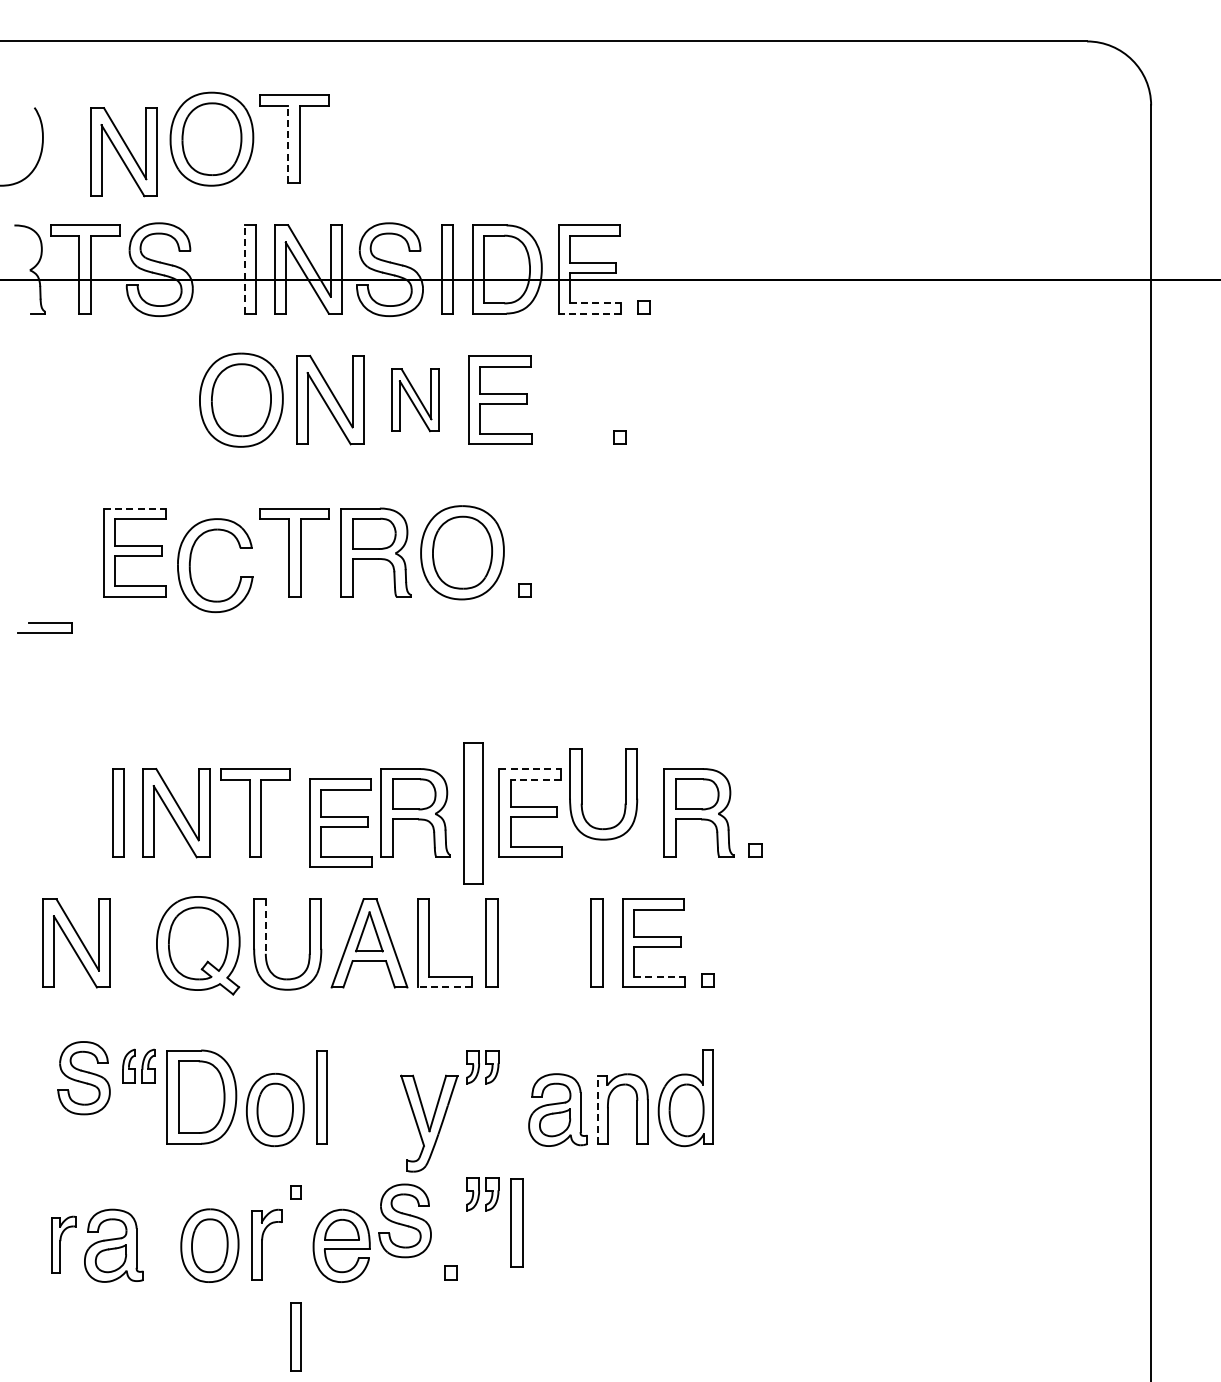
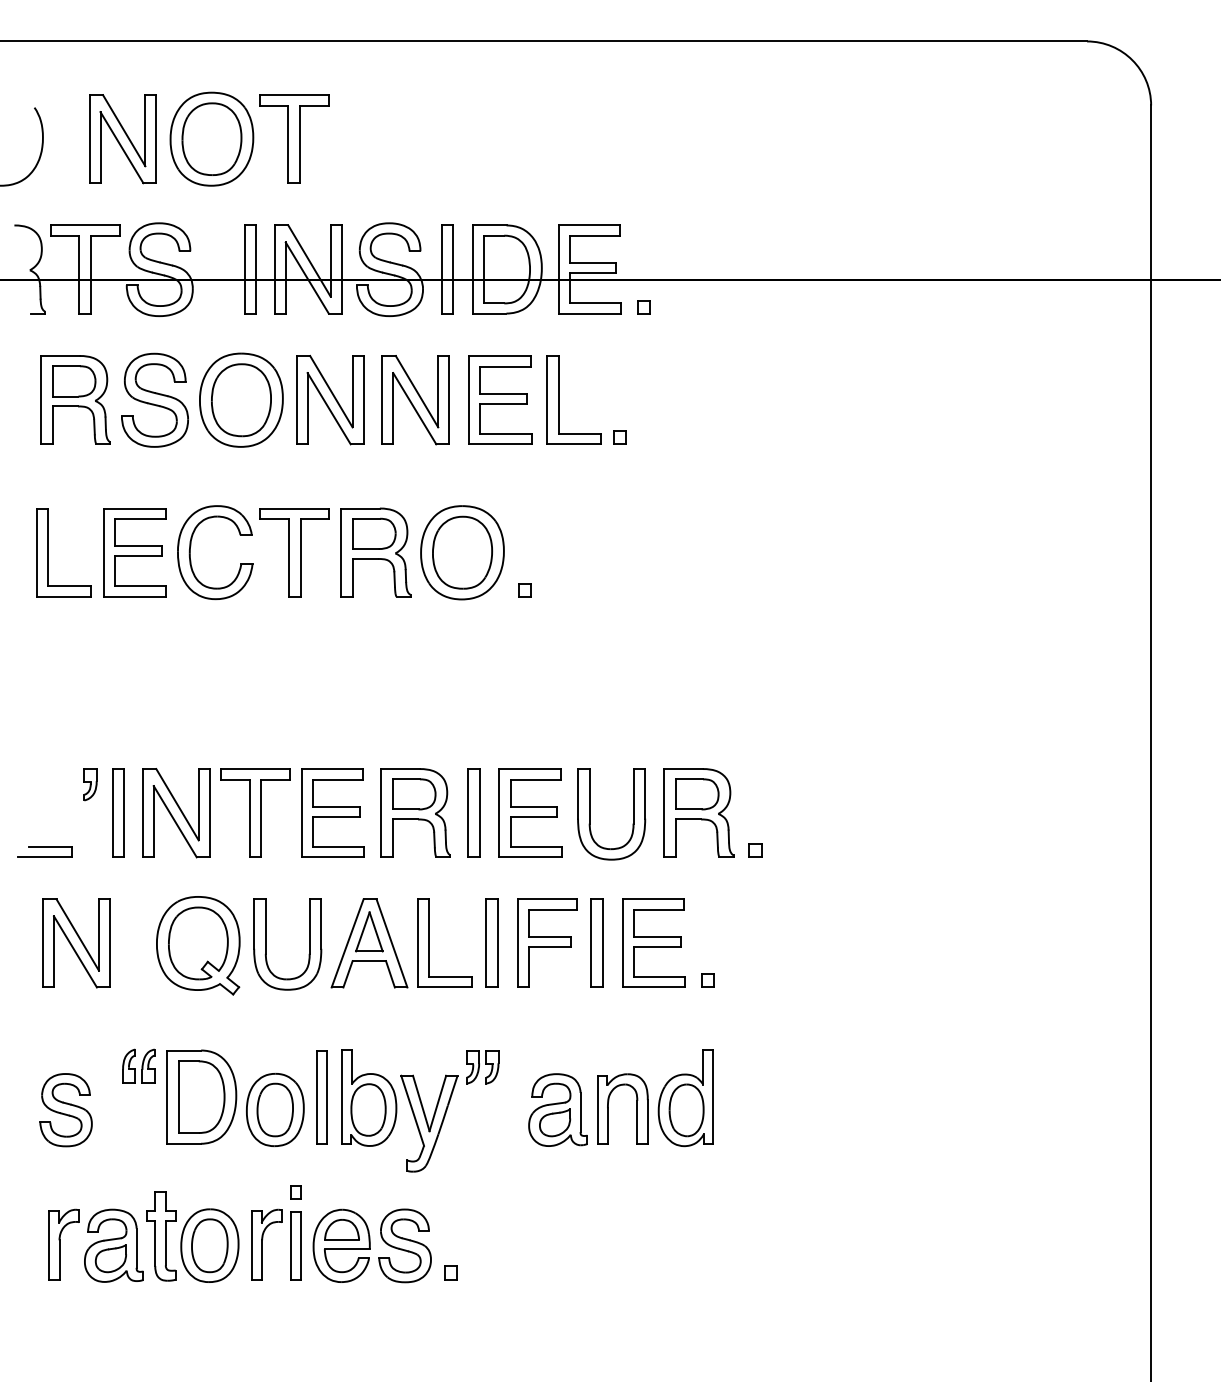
line at (288, 144): dashed -> solid
part at (123, 152) position: (123, 152) -> (122, 139)
line at (244, 269): dashed -> solid
line at (595, 303): dashed -> solid
line at (589, 313): dashed -> solid
part at (75, 399): none -> present
part at (154, 399): none -> present
part at (559, 399): none -> present
part at (415, 400) size: 49x65 px -> 69x91 px
line at (134, 508): dashed -> solid
part at (48, 552): none -> present
part at (191, 559) position: (191, 559) -> (191, 546)
part at (44, 627) position: (44, 627) -> (44, 851)
line at (530, 769): dashed -> solid
line at (535, 779): dashed -> solid
part at (90, 784): none -> present
part at (582, 794) position: (582, 794) -> (590, 814)
part at (473, 813) size: 21x143 px -> 14x90 px
part at (340, 822) position: (340, 822) -> (332, 812)
line at (265, 927): dashed -> solid
part at (547, 942): none -> present
line at (659, 976): dashed -> solid
line at (444, 987): dashed -> solid
part at (83, 1078) position: (83, 1078) -> (65, 1110)
part at (369, 1097): none -> present
line at (597, 1109): dashed -> solid
part at (482, 1194): present -> none
part at (404, 1220) position: (404, 1220) -> (404, 1245)
part at (516, 1222): present -> none
part at (161, 1236): none -> present
part at (63, 1244) size: 26x59 px -> 32x73 px
part at (295, 1336) position: (295, 1336) -> (295, 1245)
